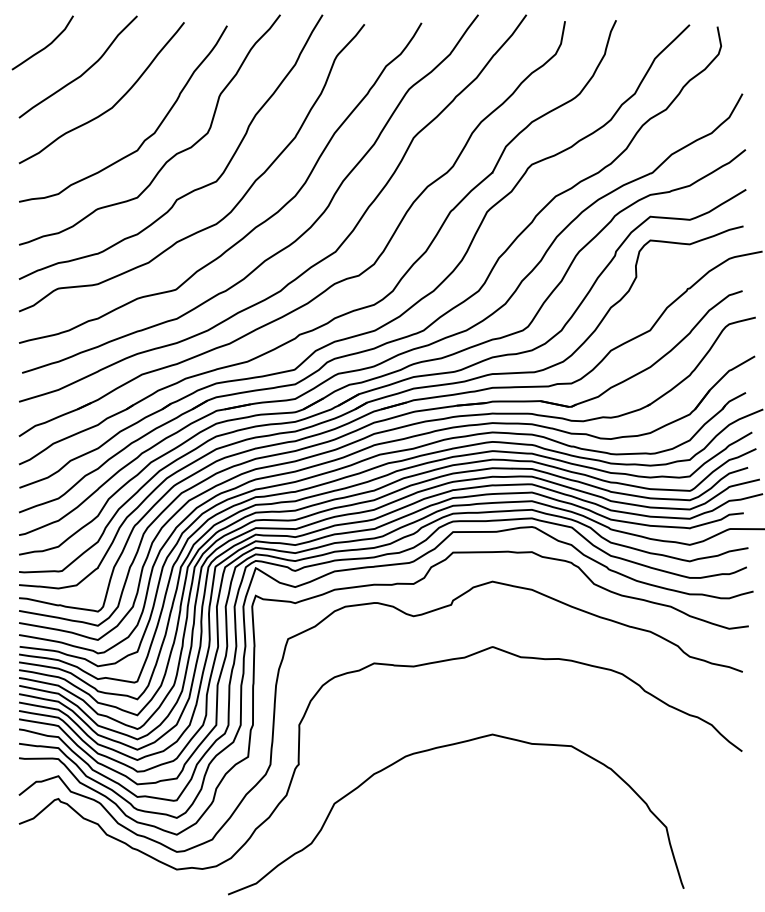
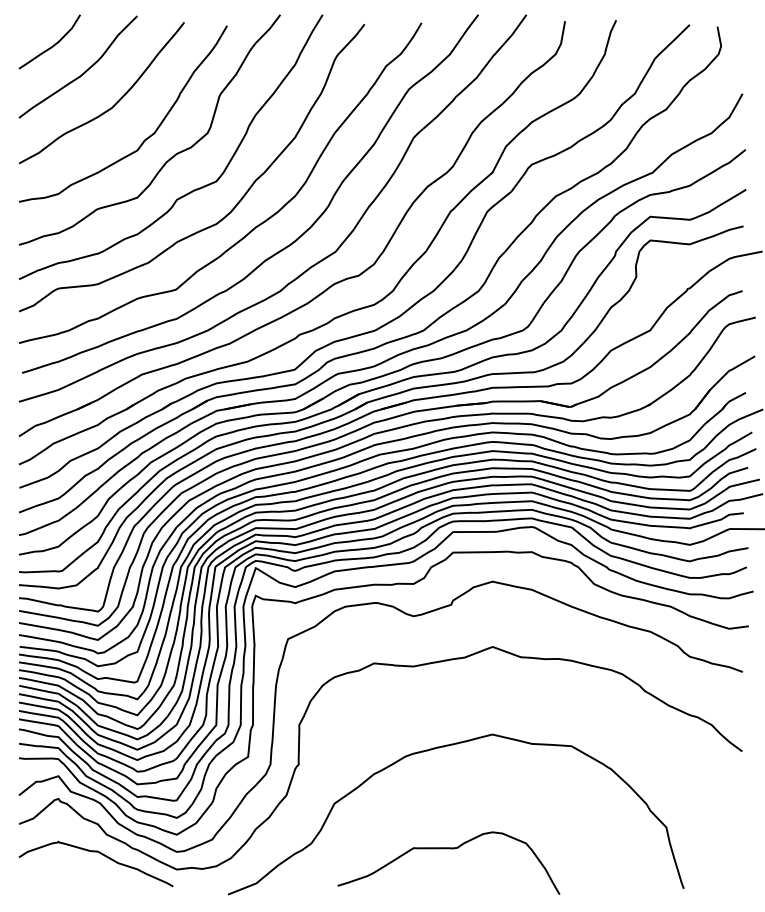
curve at (46, 45) position: (46, 45) -> (53, 44)
curve at (448, 849): none -> present
curve at (100, 854): none -> present
